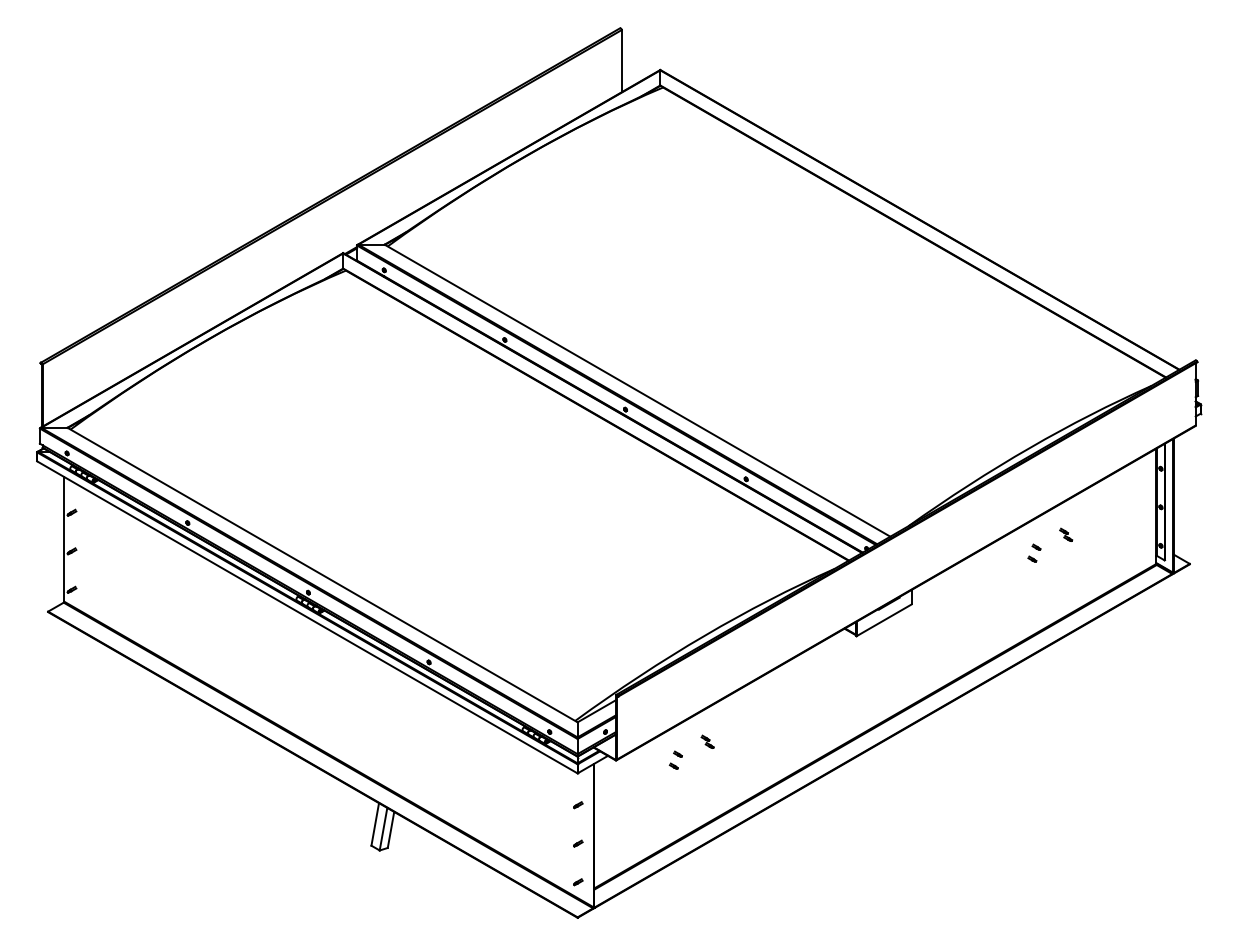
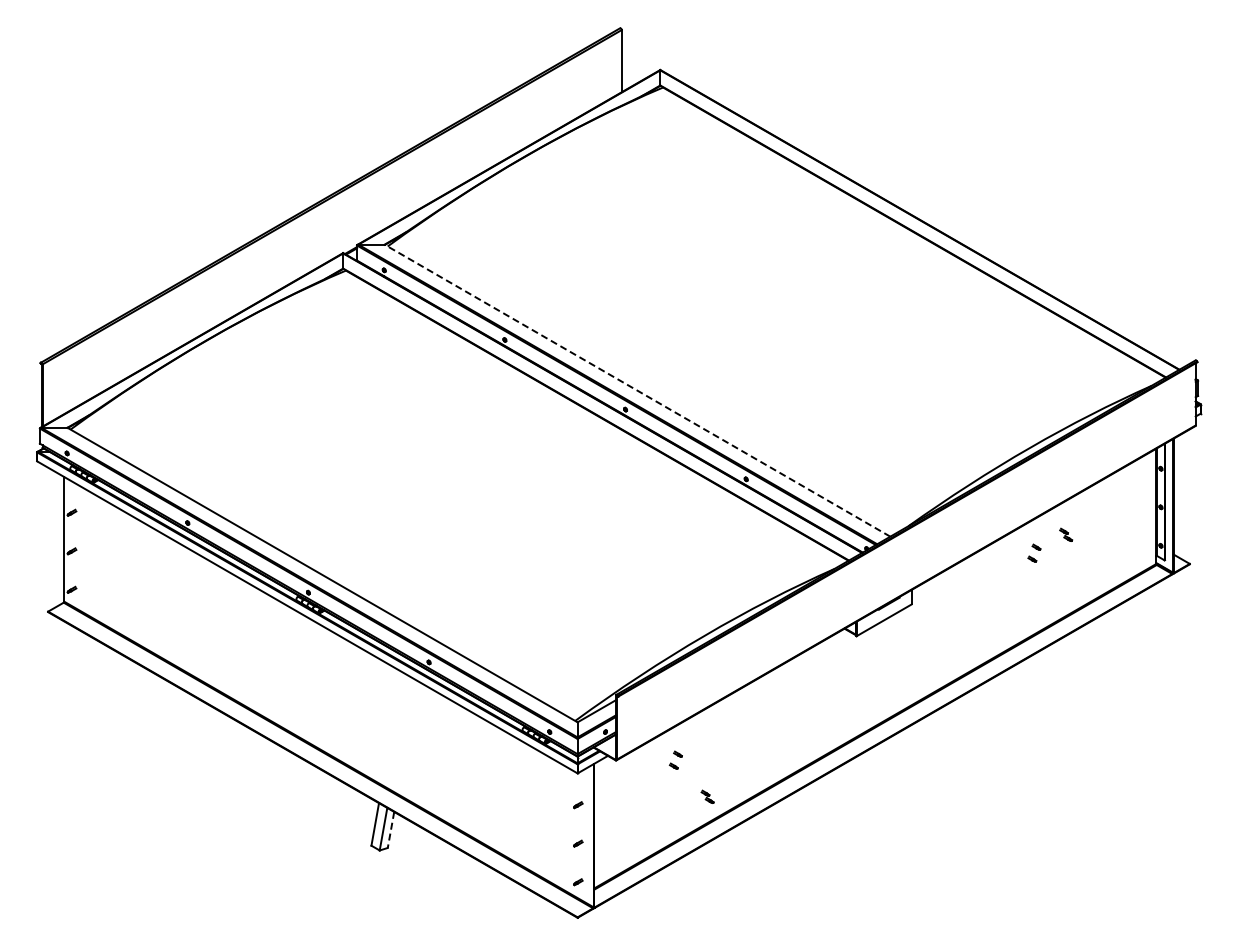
line at (637, 390): solid -> dashed
part at (707, 741) position: (707, 741) -> (707, 796)
line at (390, 830): solid -> dashed
